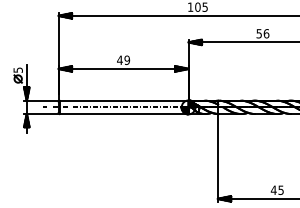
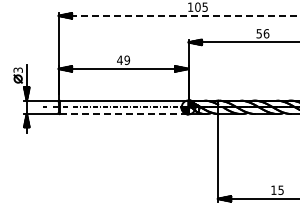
line at (179, 15): solid -> dashed
text at (17, 69): 5 -> 3
line at (124, 114): solid -> dashed
text at (273, 189): 45 -> 15
